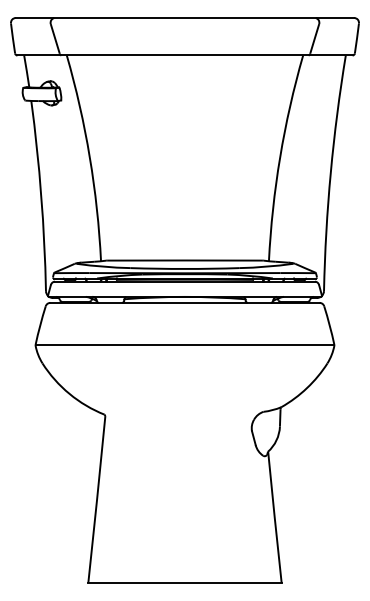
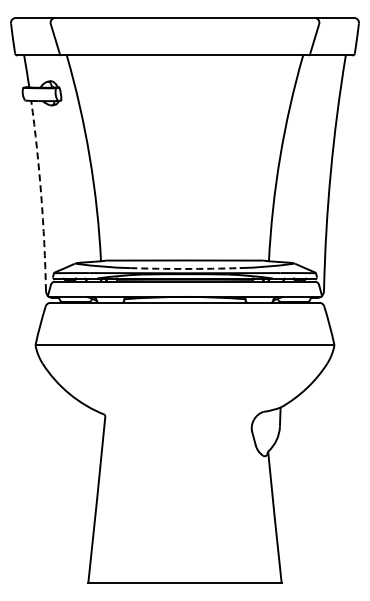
arc at (41, 195): solid -> dashed
arc at (185, 268): solid -> dashed
